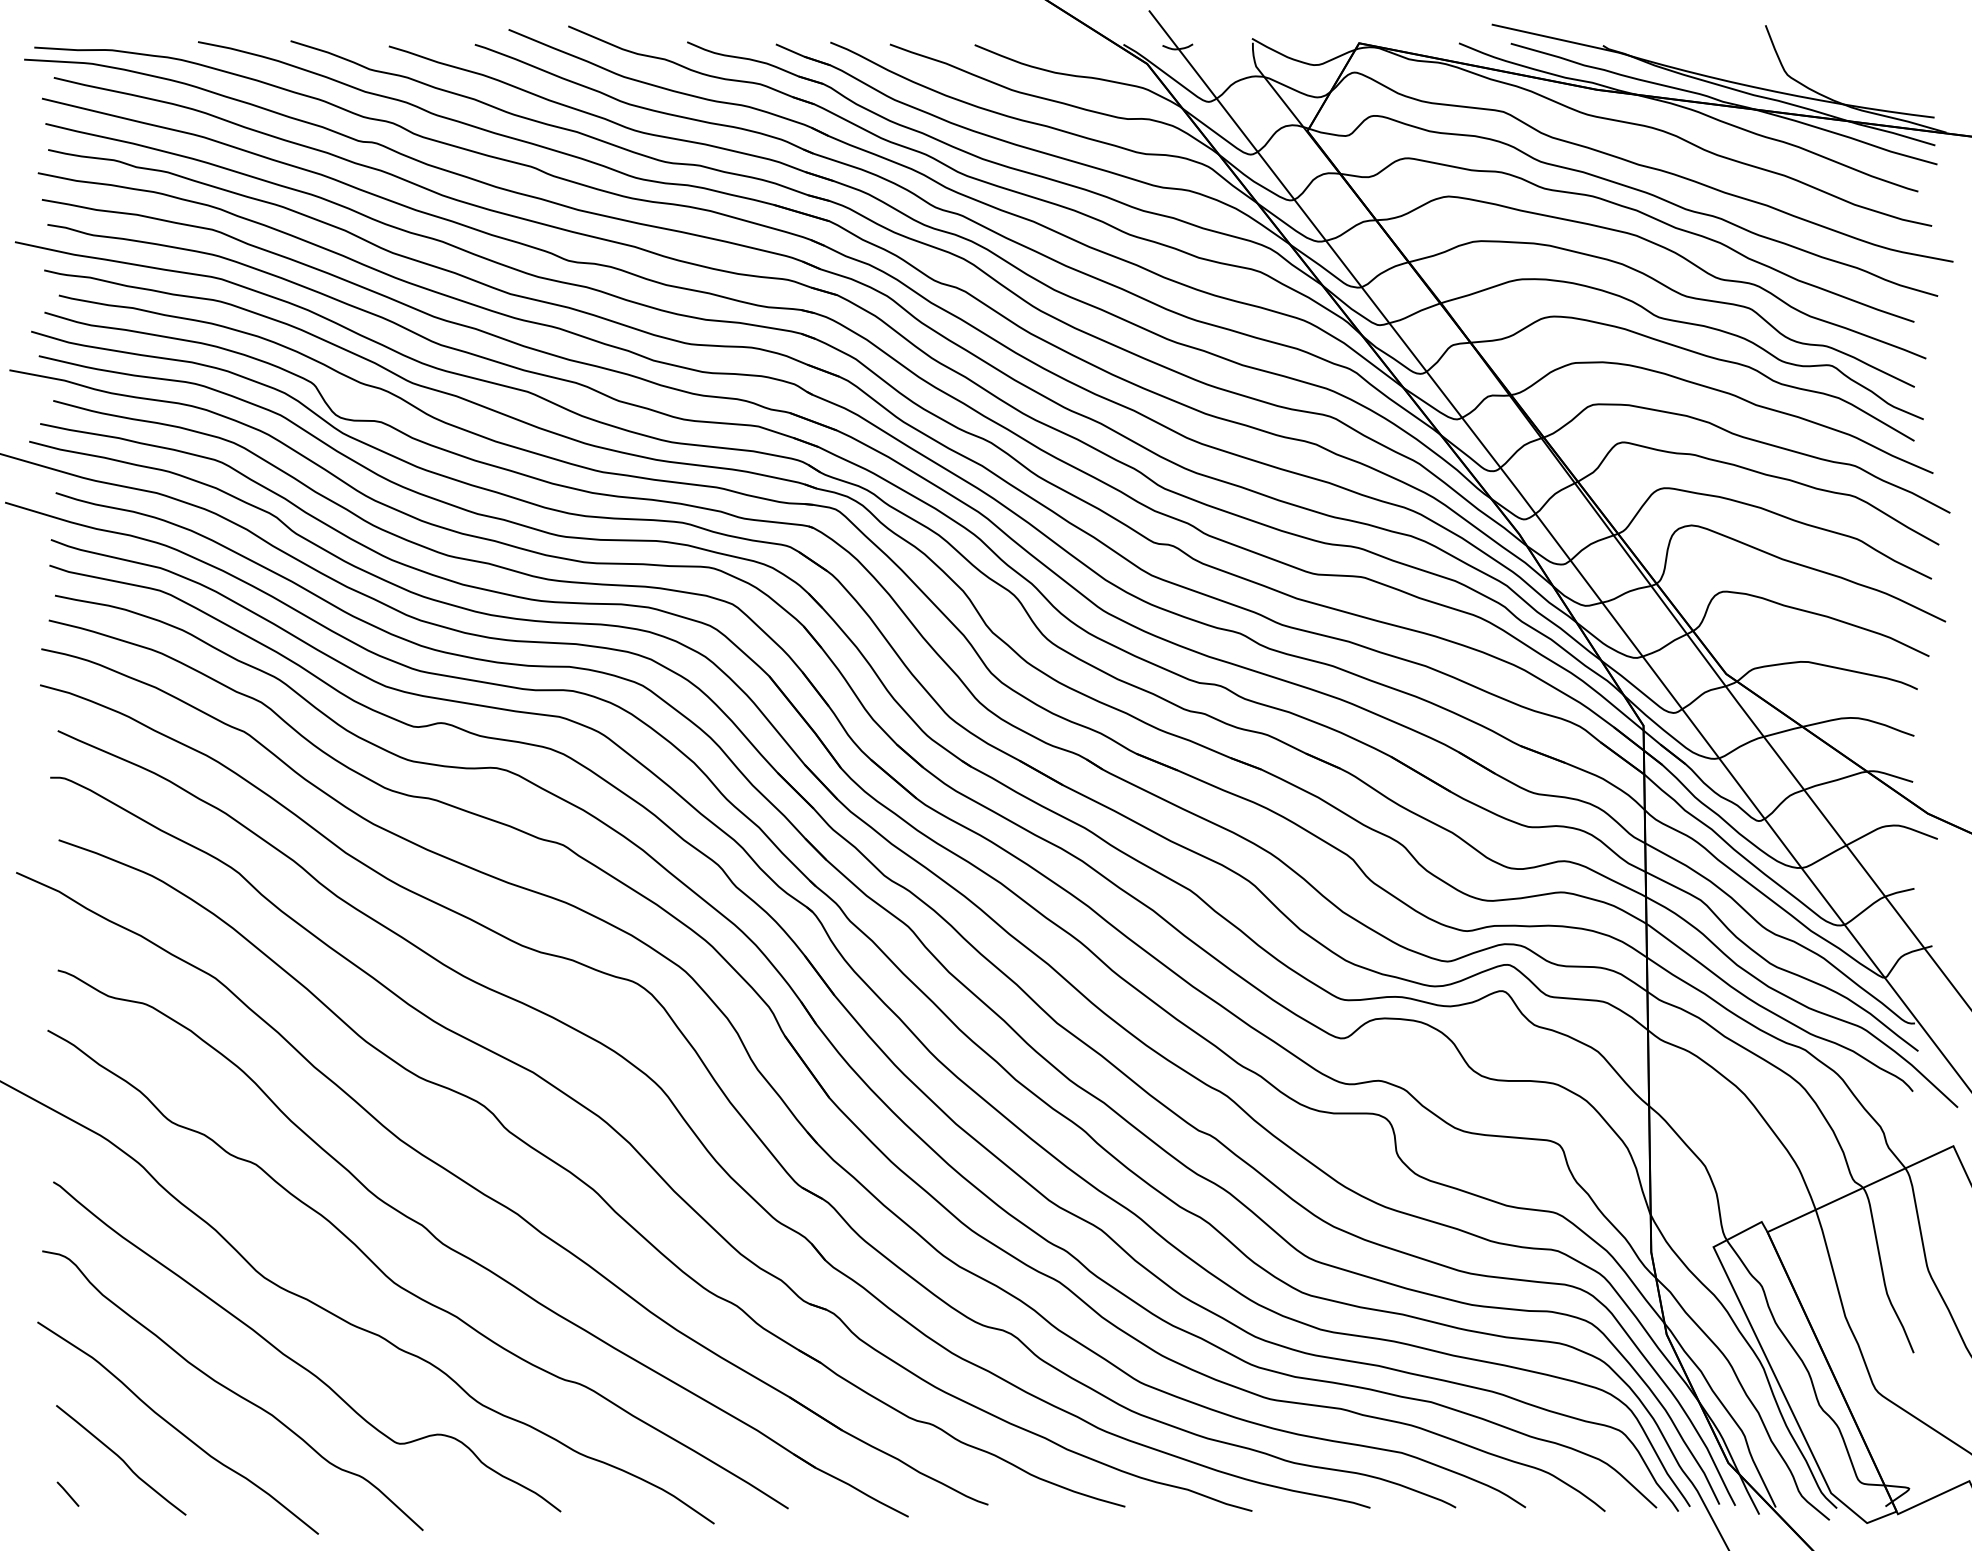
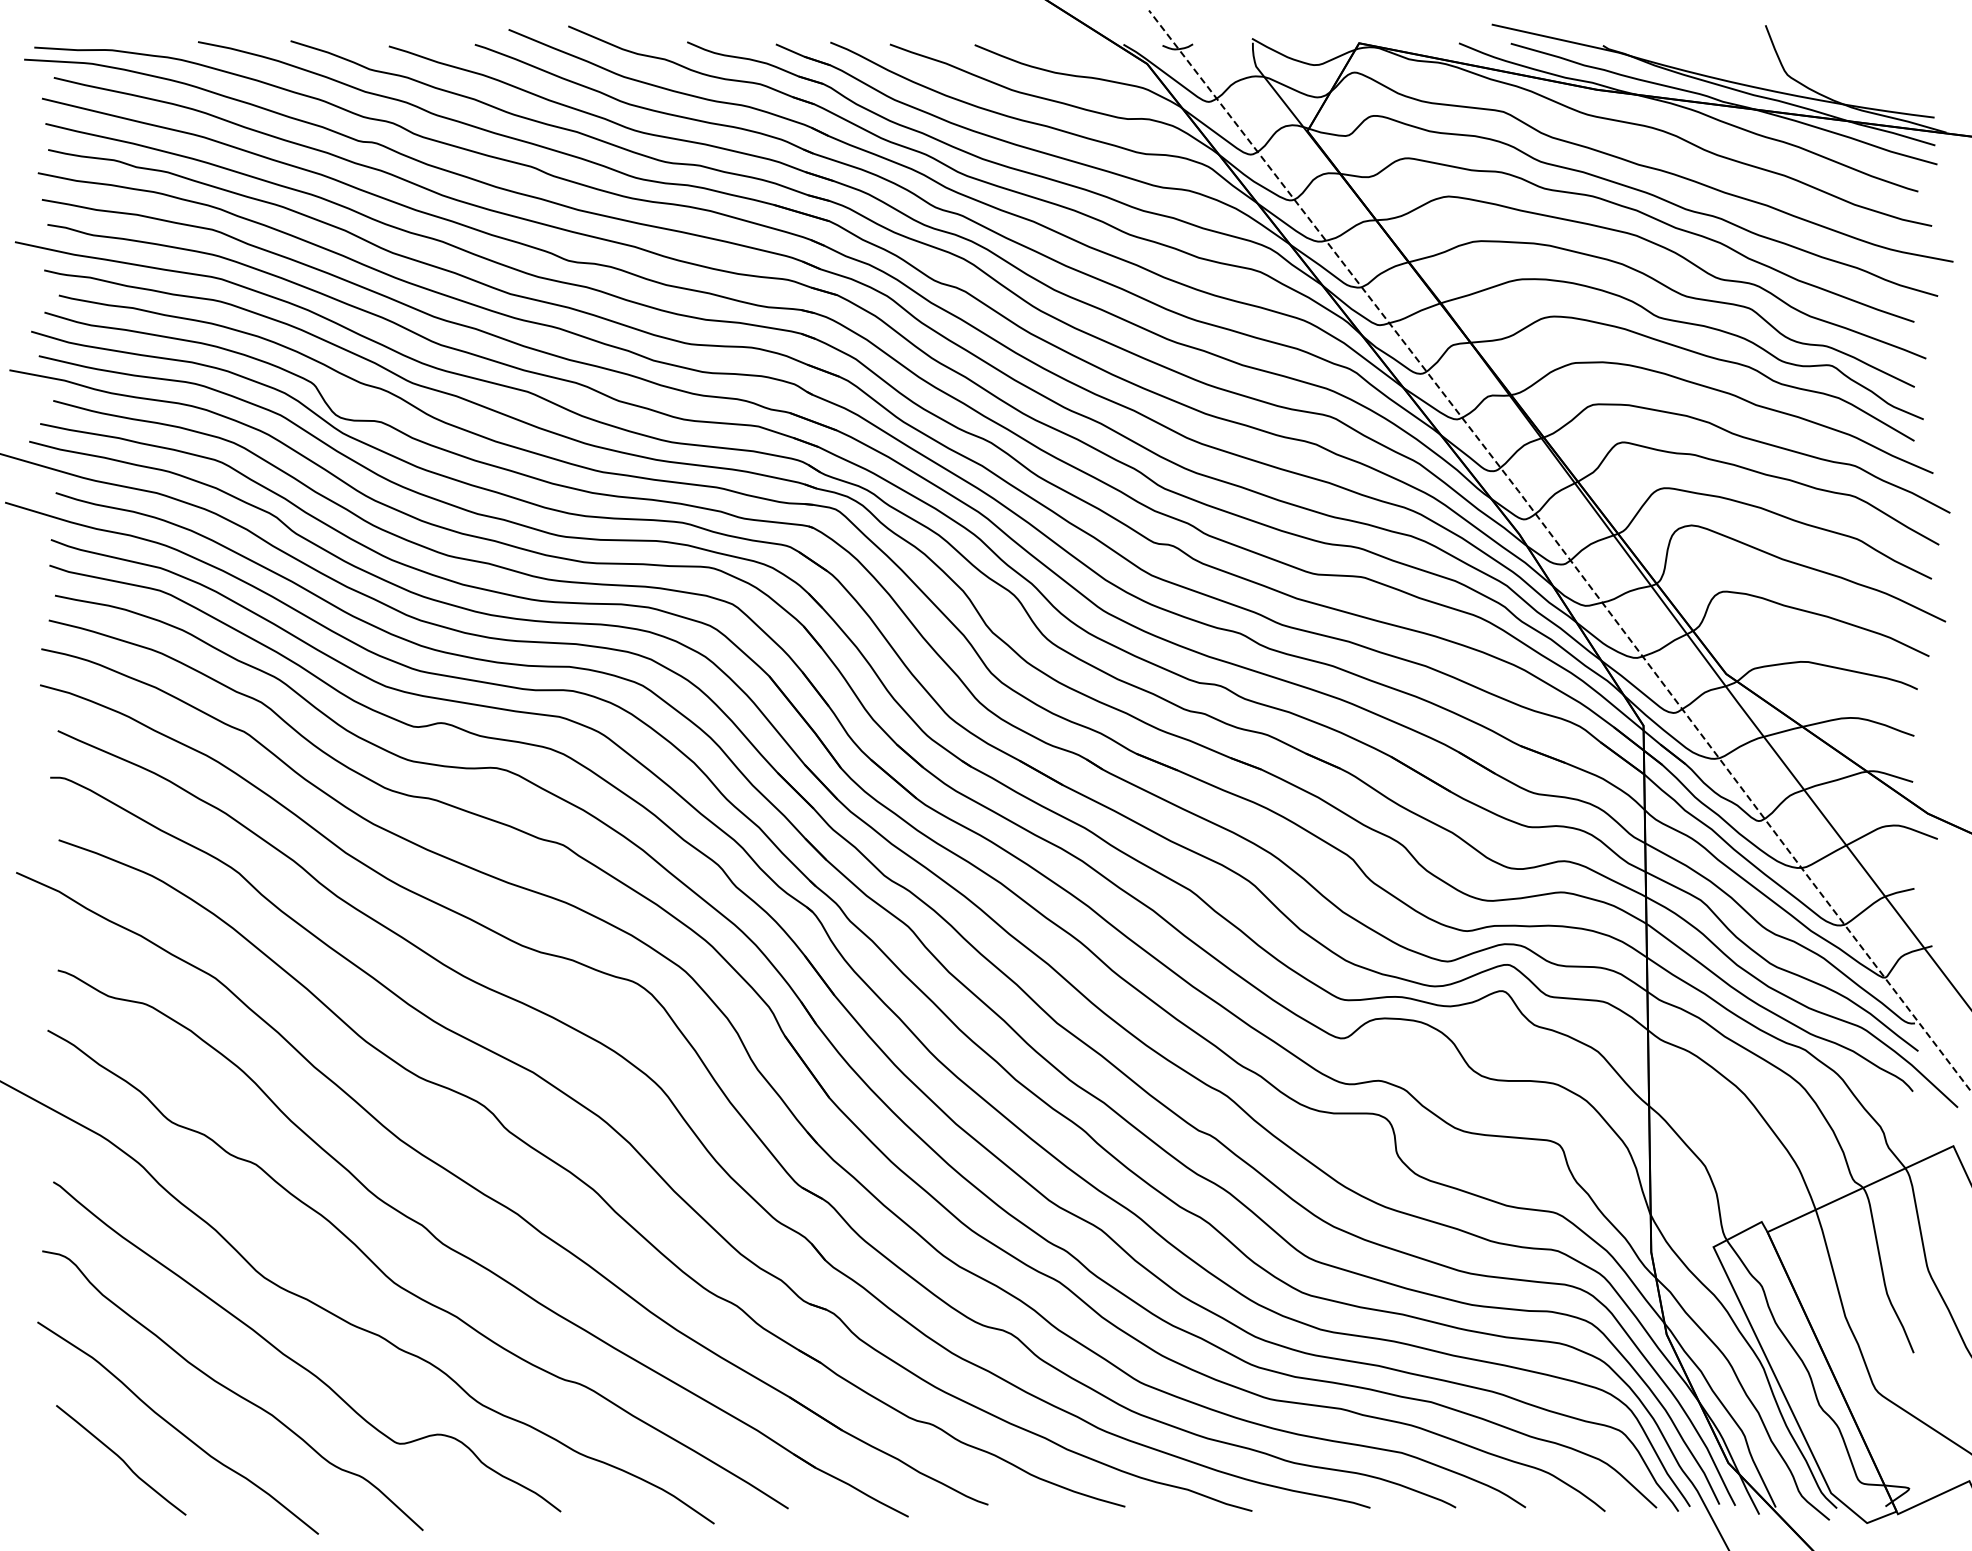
line at (1562, 549): solid -> dashed
line at (67, 1493): present -> none
